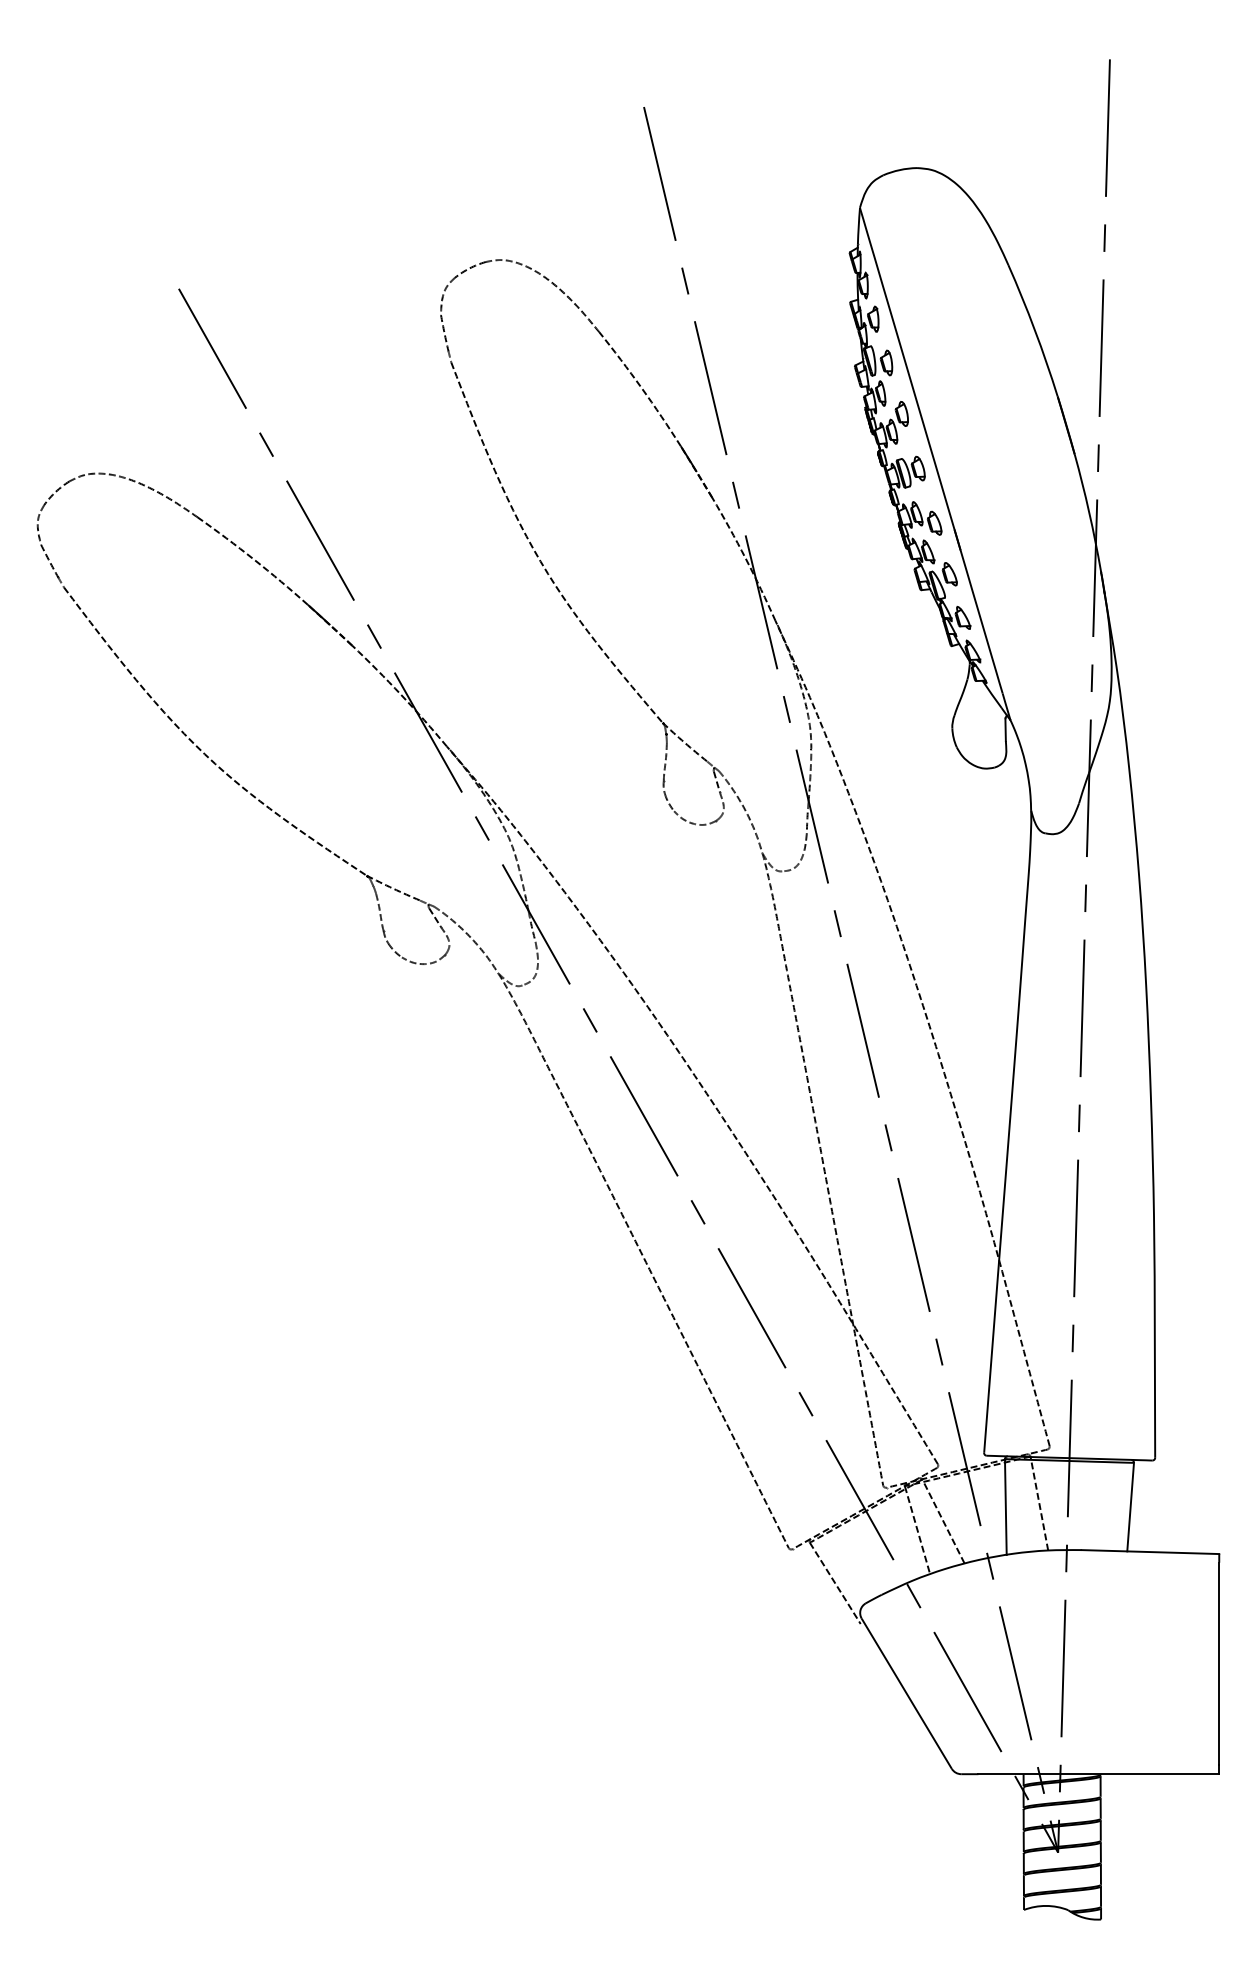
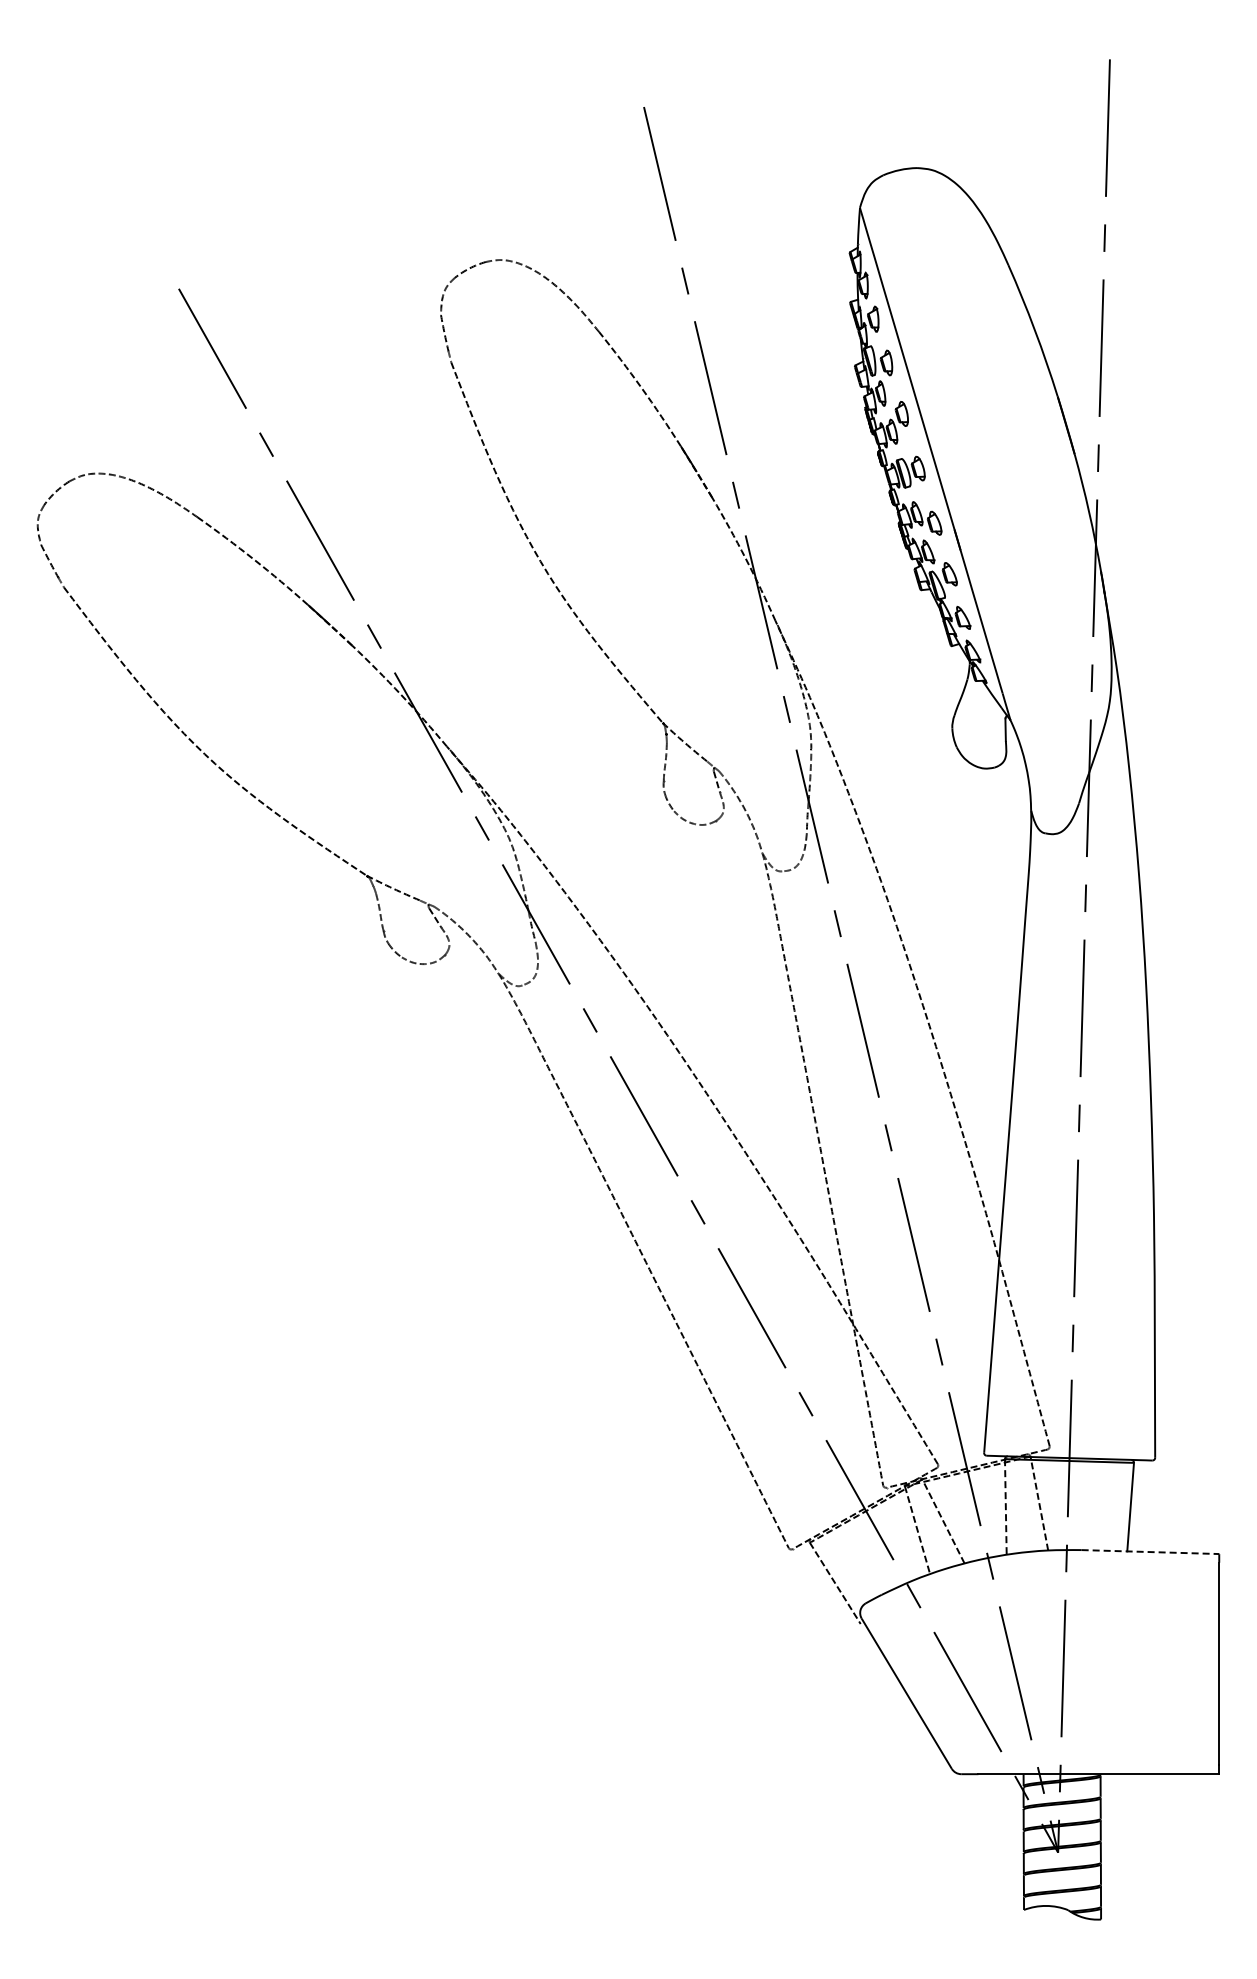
line at (1005, 1507): solid -> dashed
line at (1150, 1552): solid -> dashed
